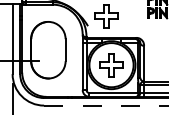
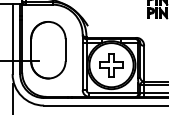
part at (106, 16): present -> none
line at (106, 105): dashed -> solid
